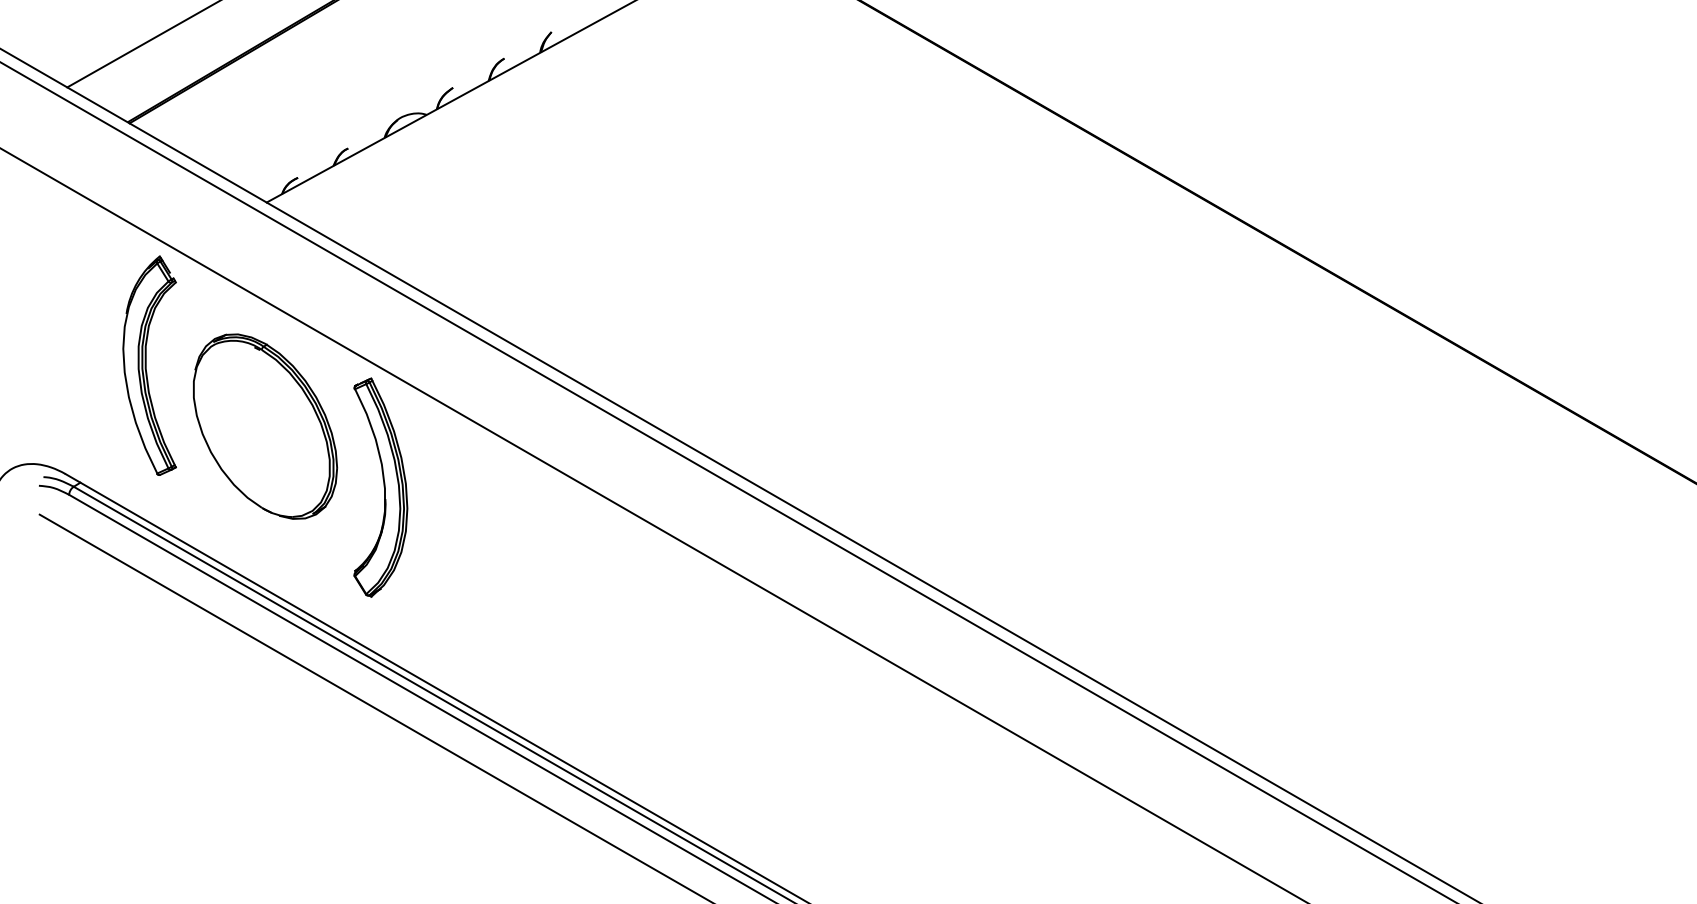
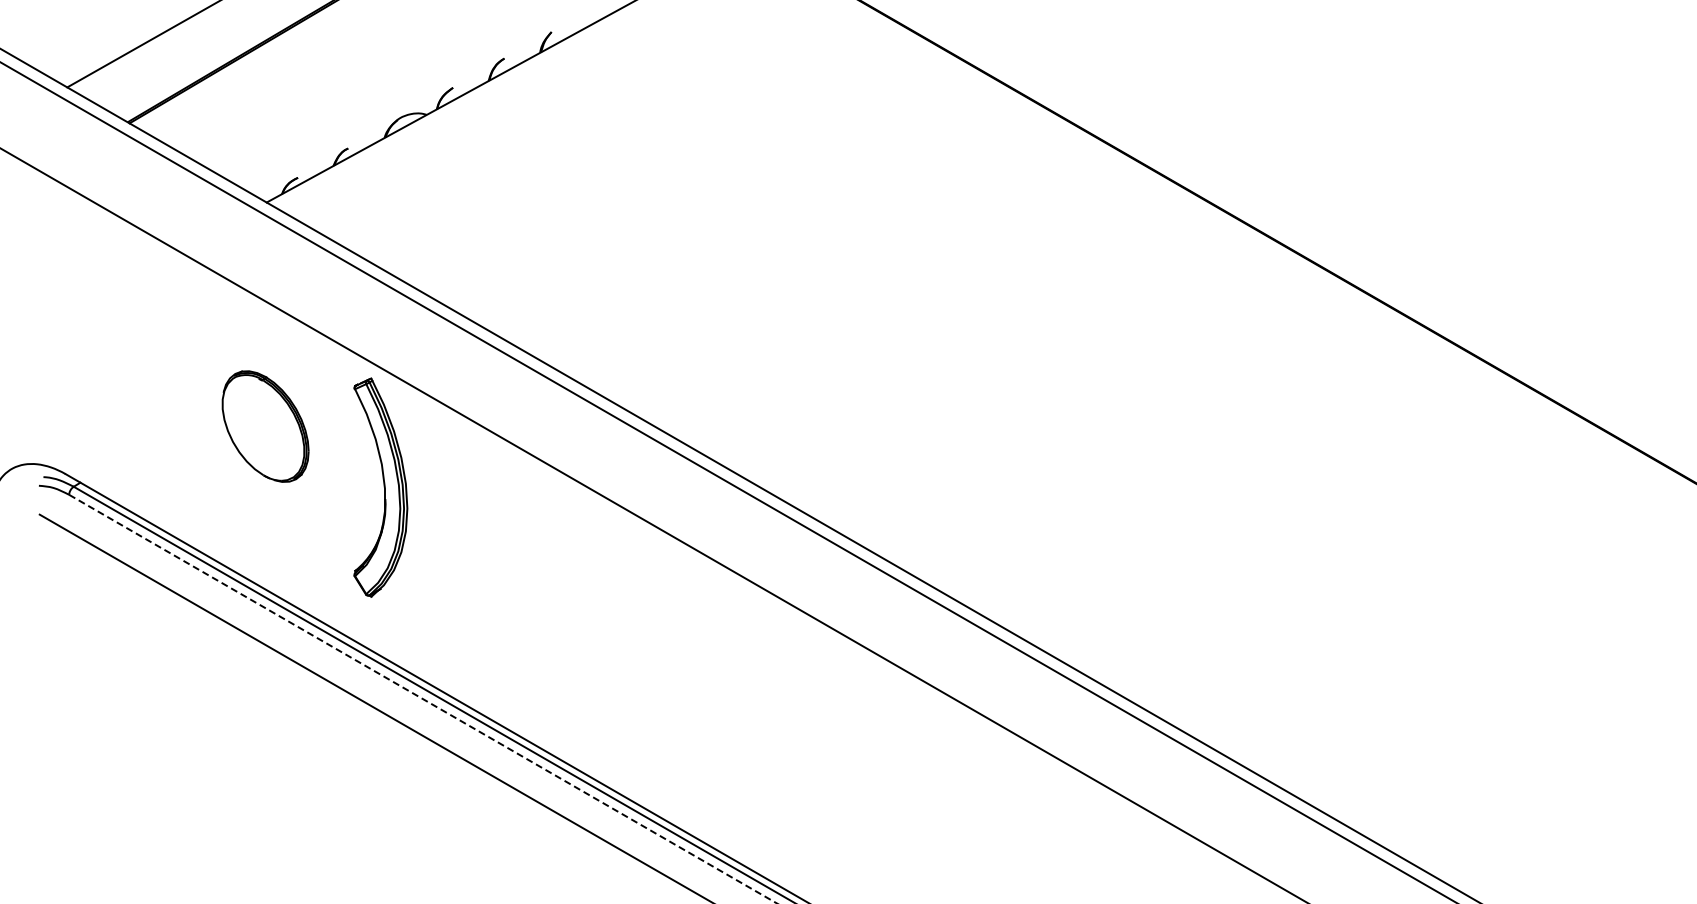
part at (149, 365): present -> none
part at (265, 426) size: 146x187 px -> 89x113 px
line at (423, 699): solid -> dashed
